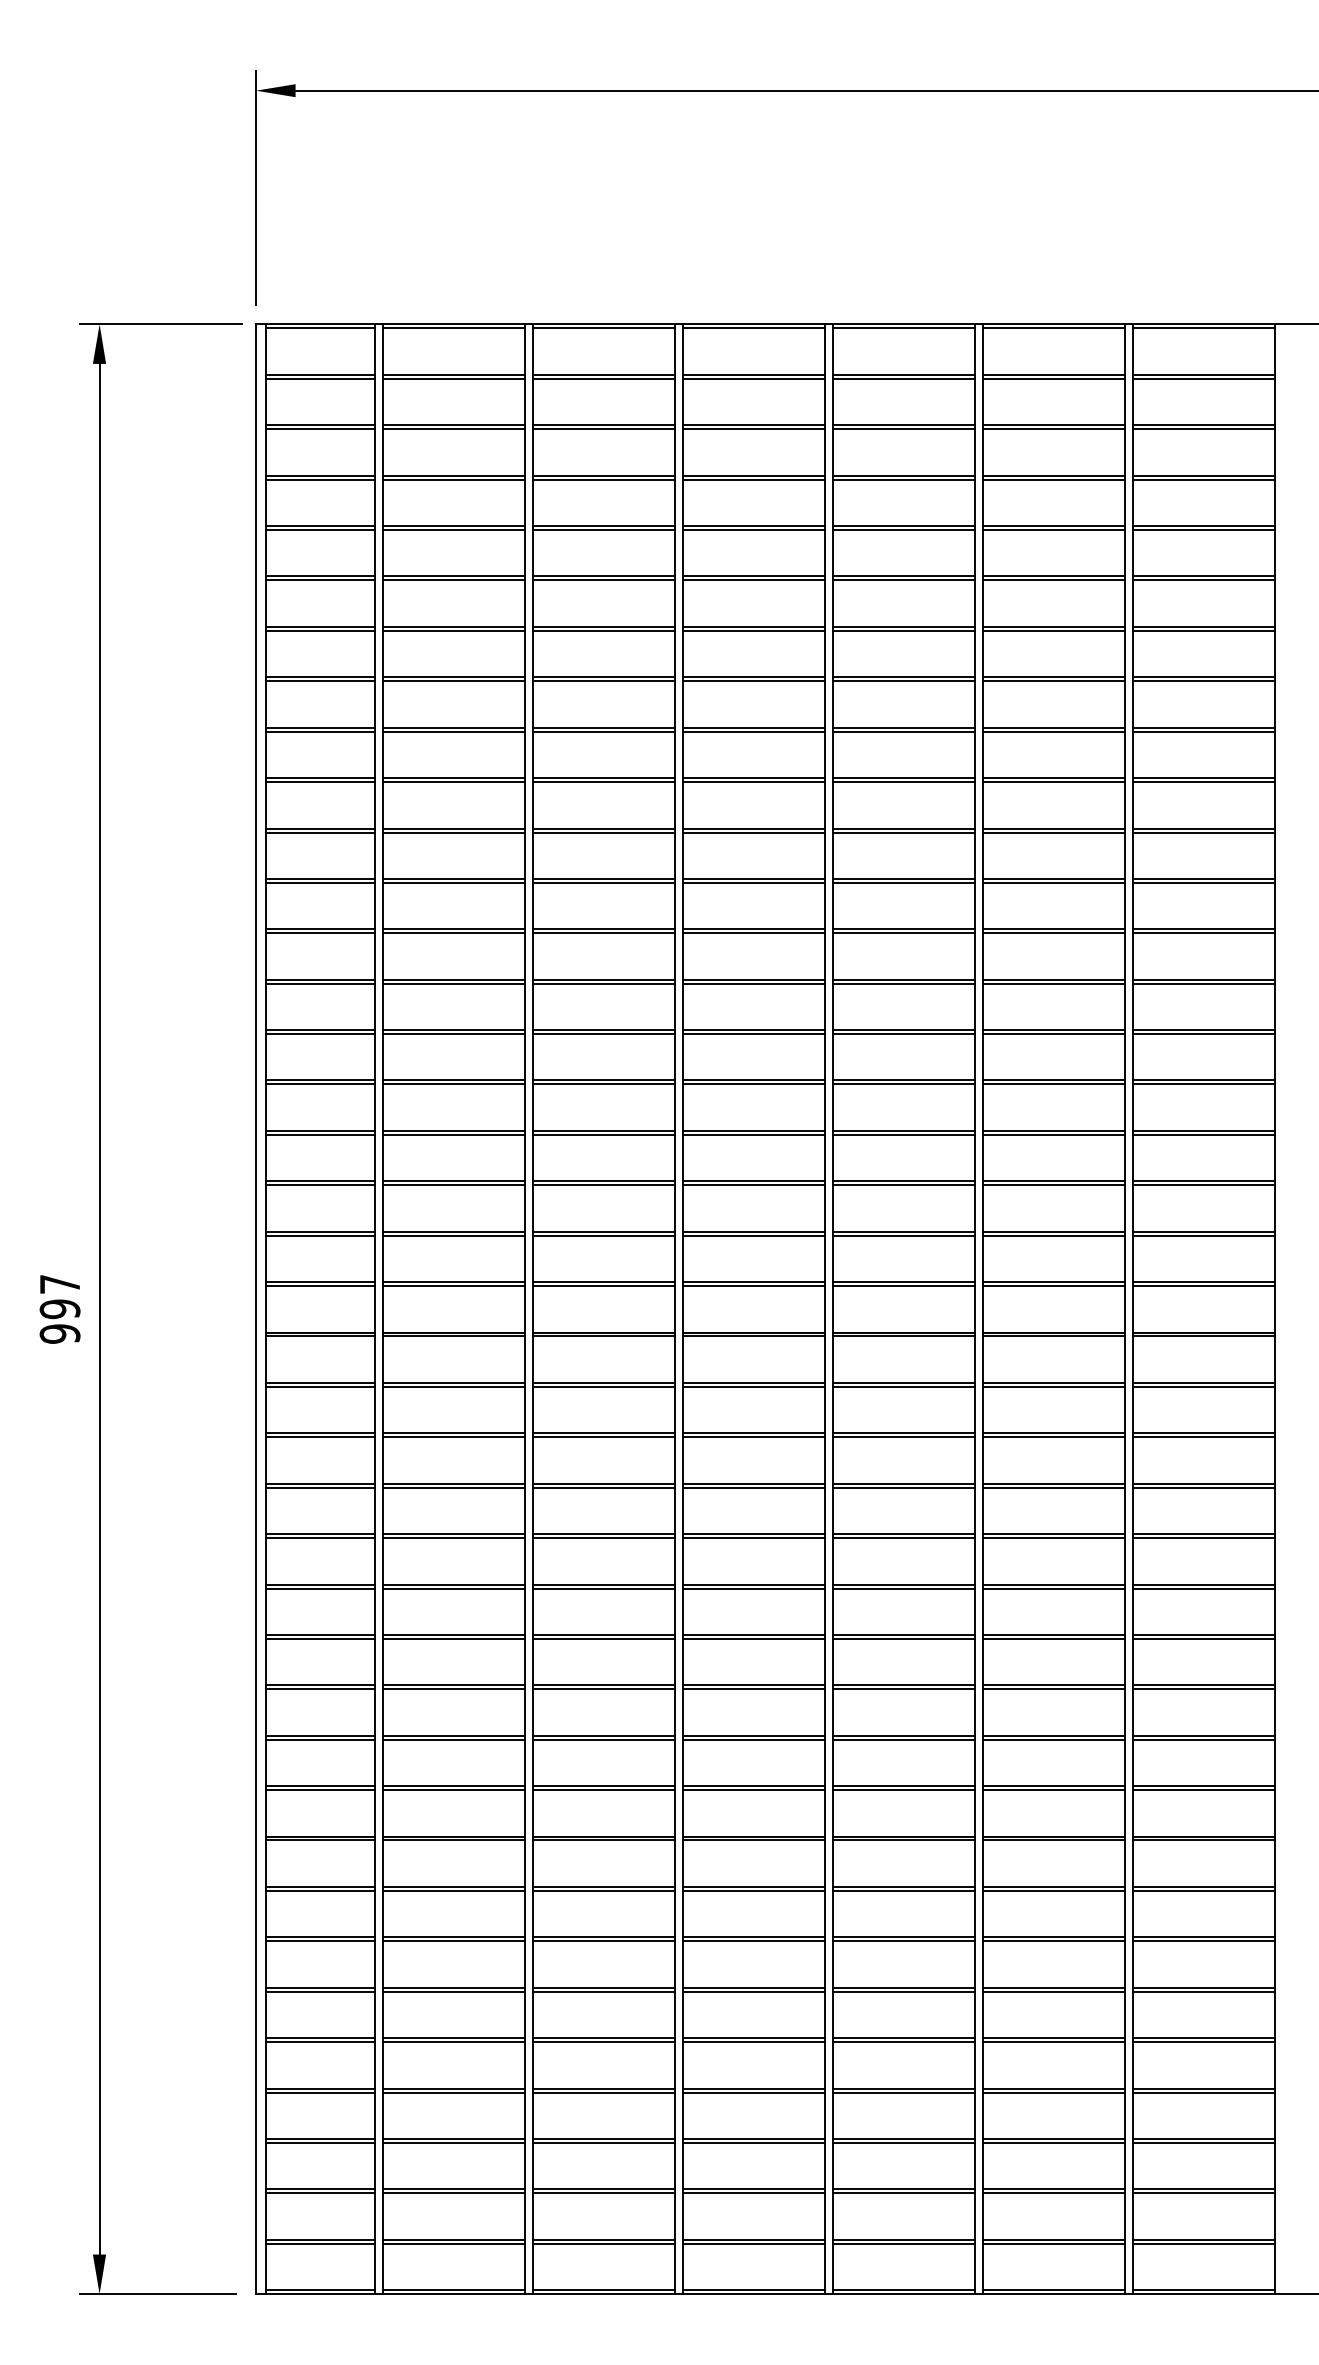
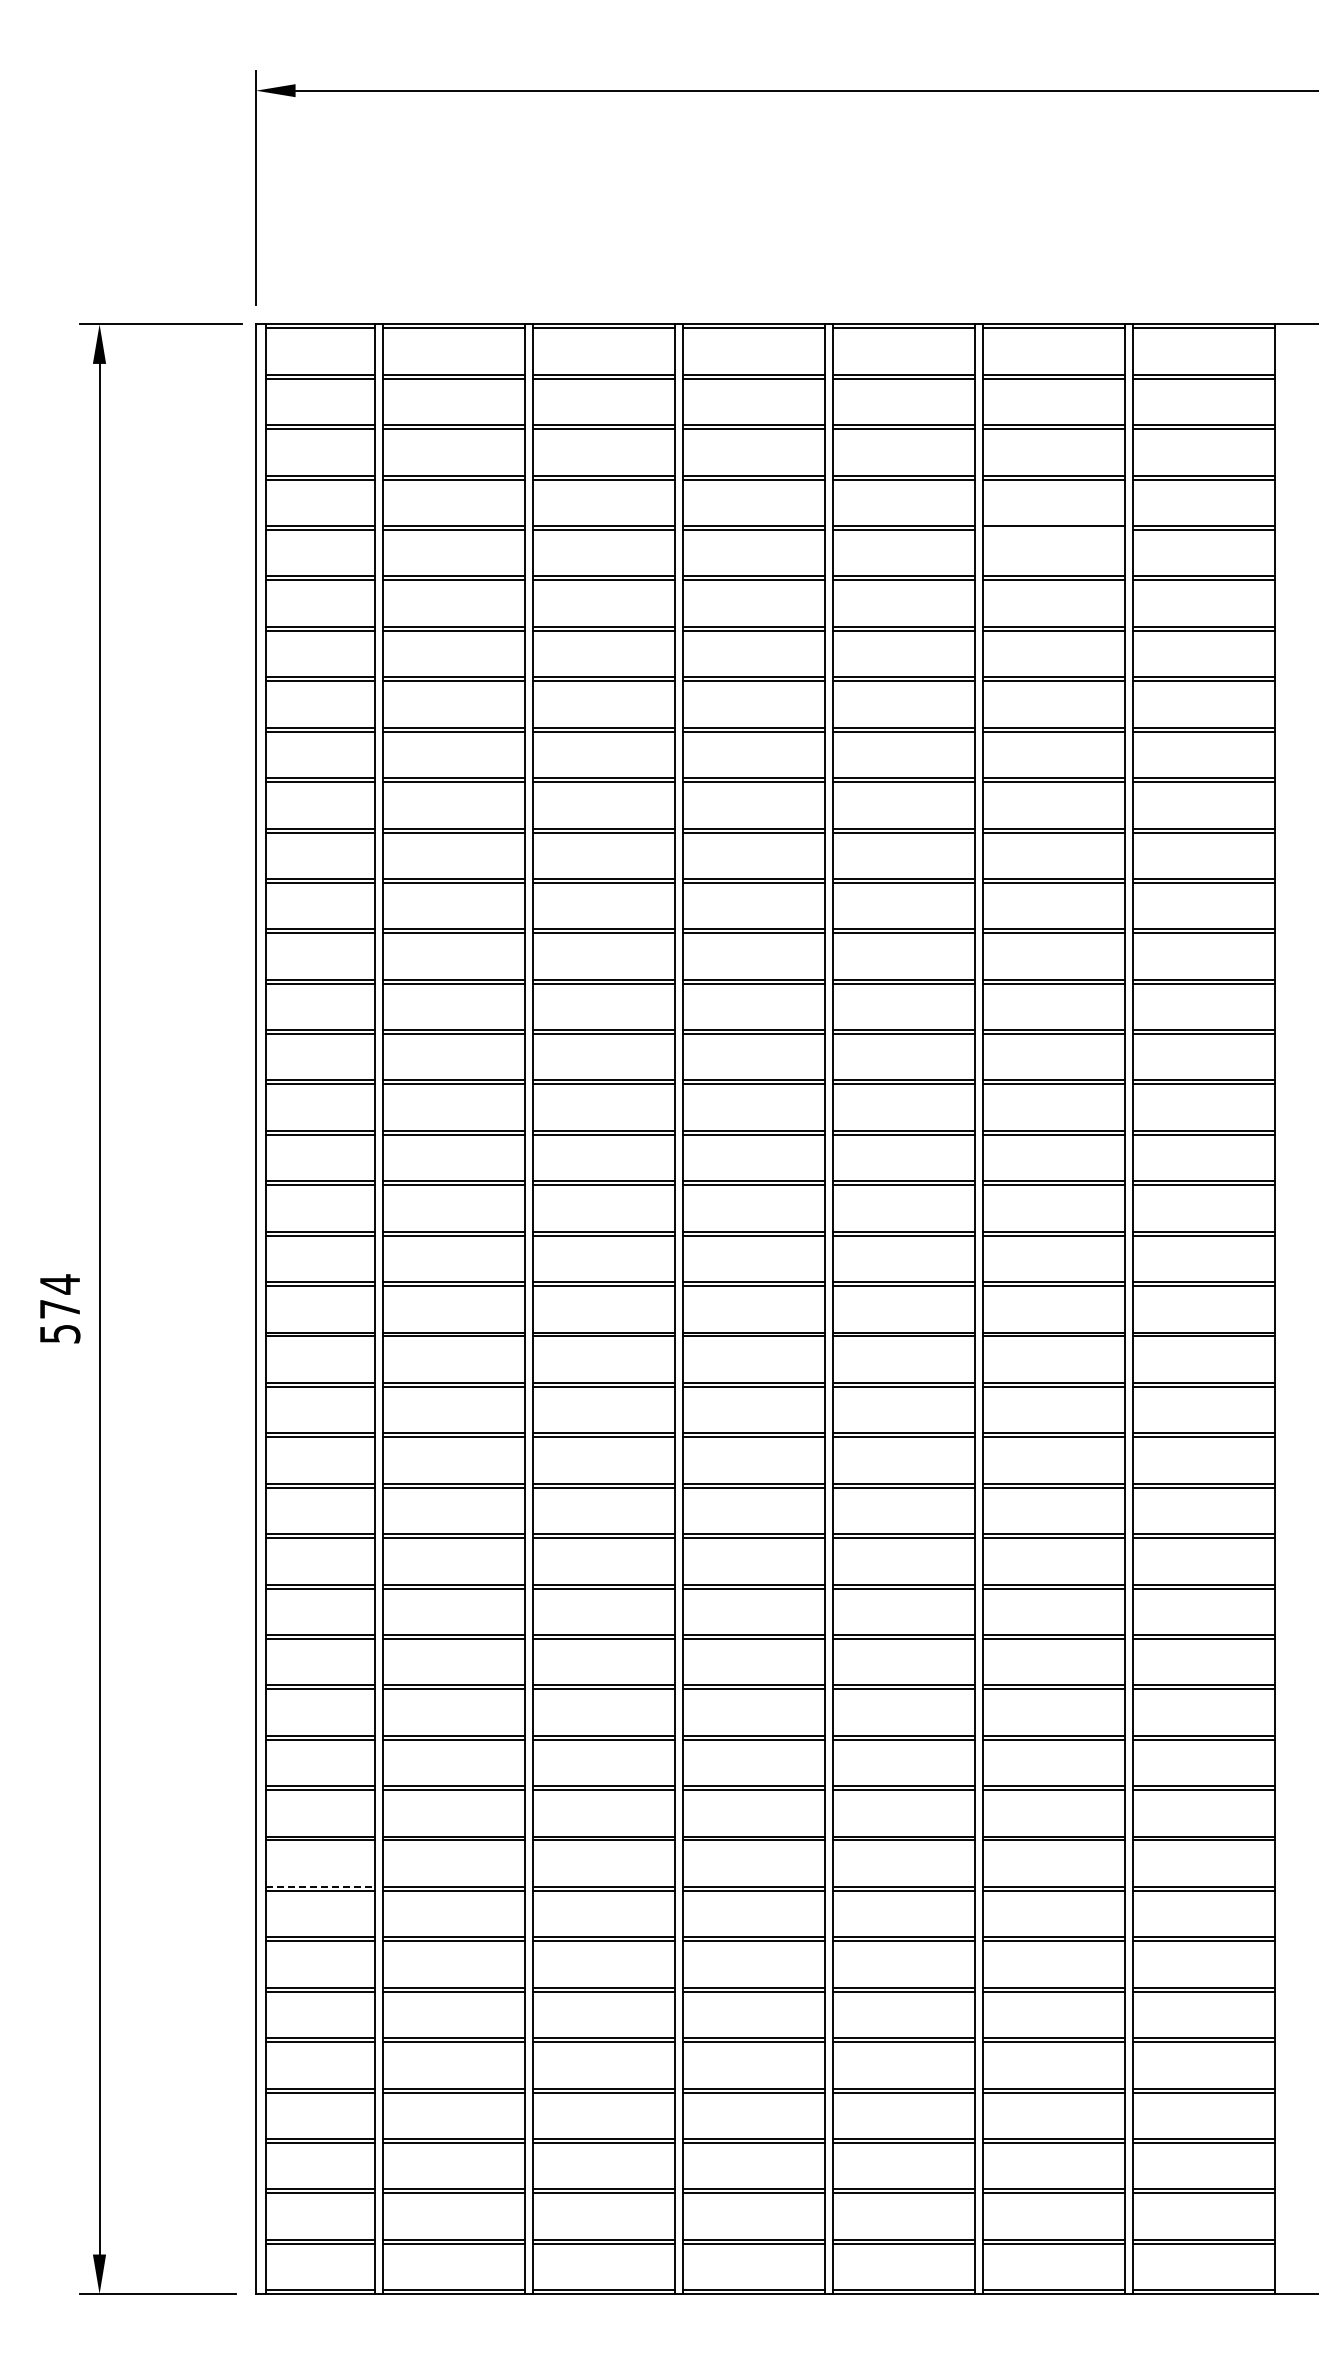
line at (1054, 530): present -> none
text at (59, 1308): 997 -> 574
line at (320, 1886): solid -> dashed
